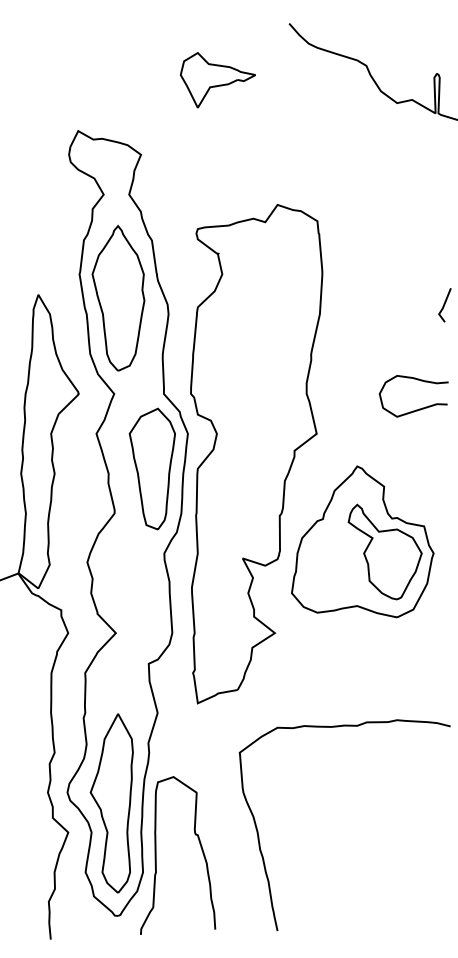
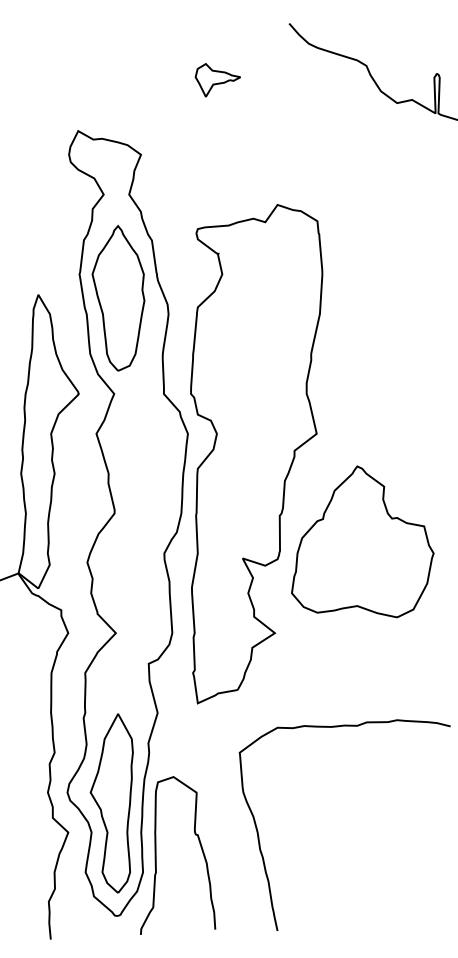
part at (217, 80) size: 76x57 px -> 47x35 px
line at (444, 305): present -> none
curve at (416, 409): present -> none
part at (151, 468): present -> none
part at (384, 551): present -> none
